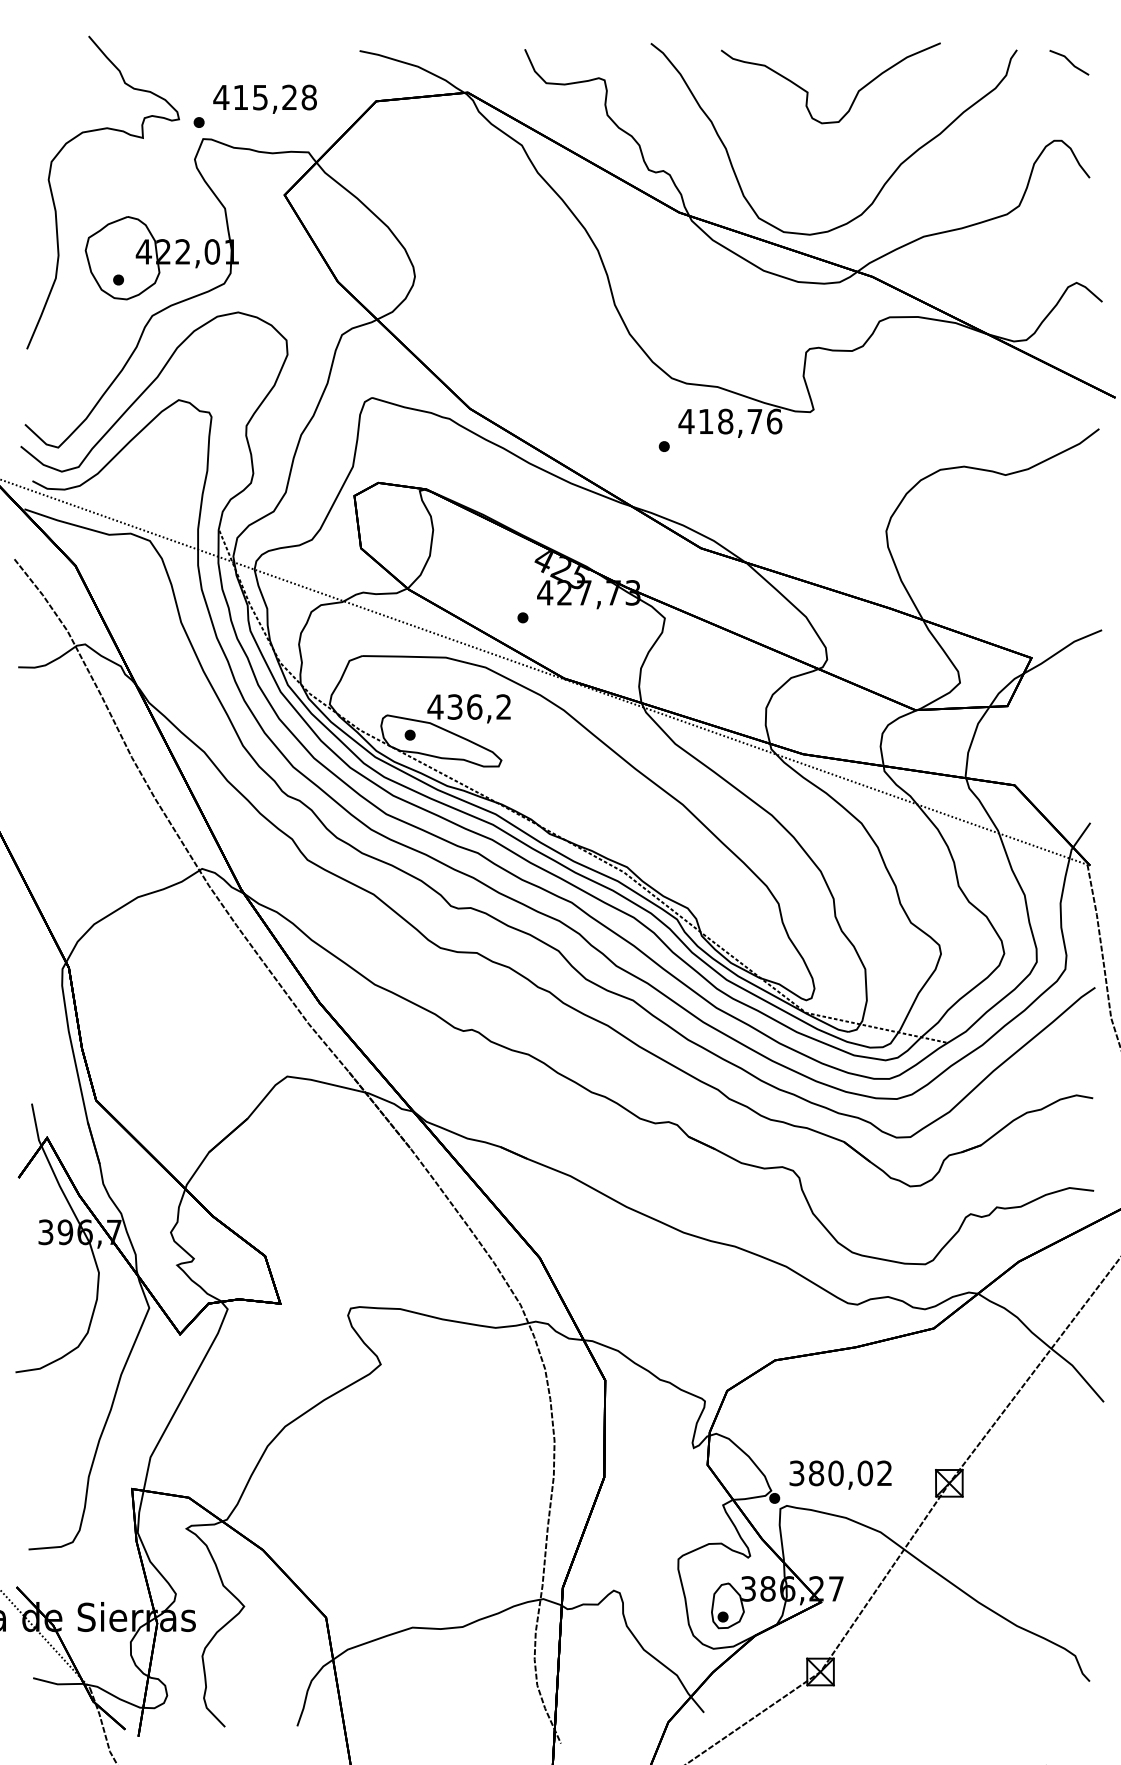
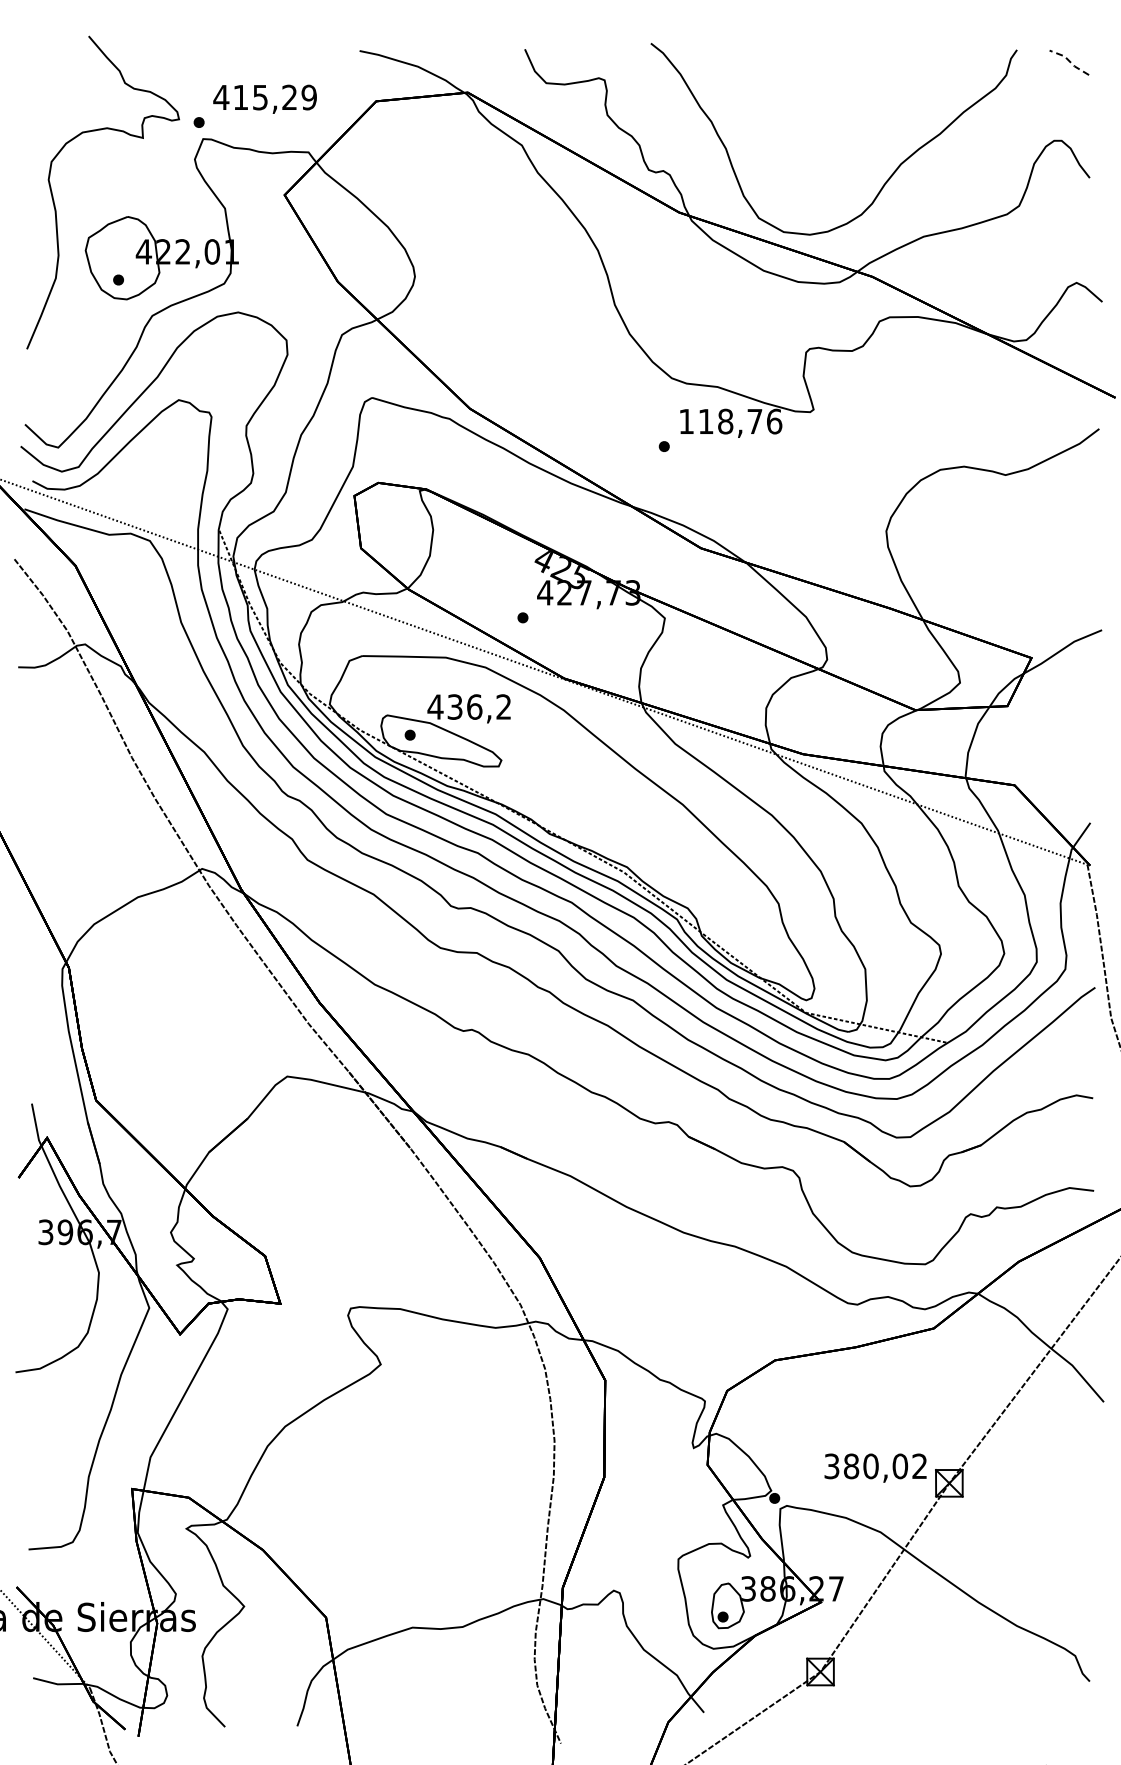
line at (1069, 61): solid -> dashed
curve at (808, 91): present -> none
text at (308, 97): 415,28 -> 415,29
text at (686, 421): 418,76 -> 118,76
text at (840, 1474) position: (840, 1474) -> (875, 1467)
